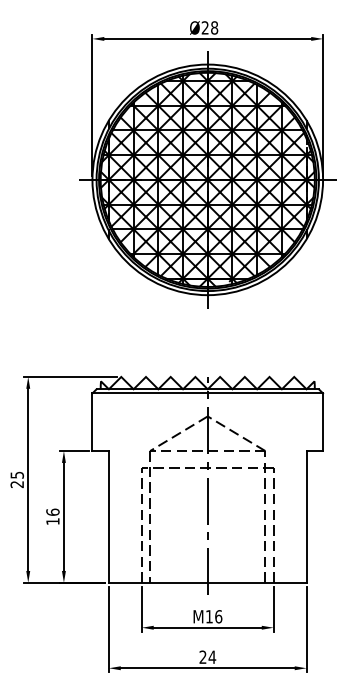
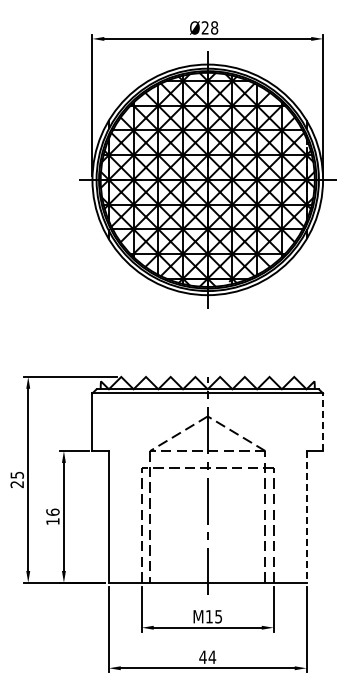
line at (323, 422): solid -> dashed
line at (306, 516): solid -> dashed
text at (218, 616): M16 -> M15
text at (202, 656): 24 -> 44
